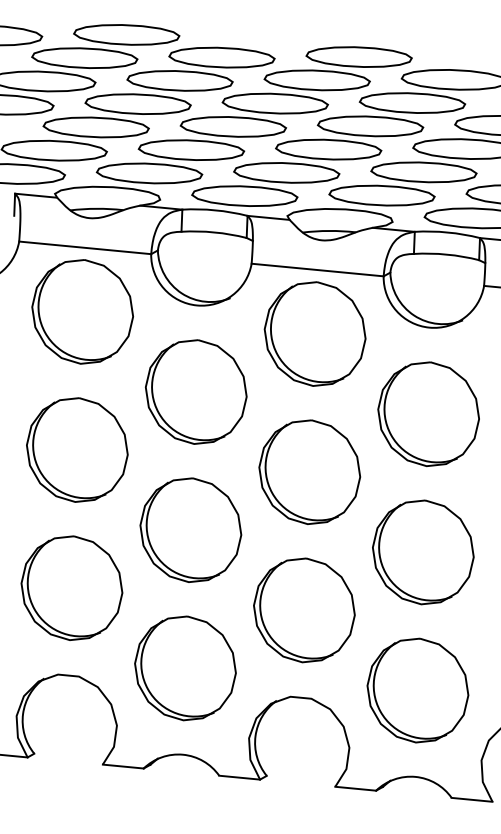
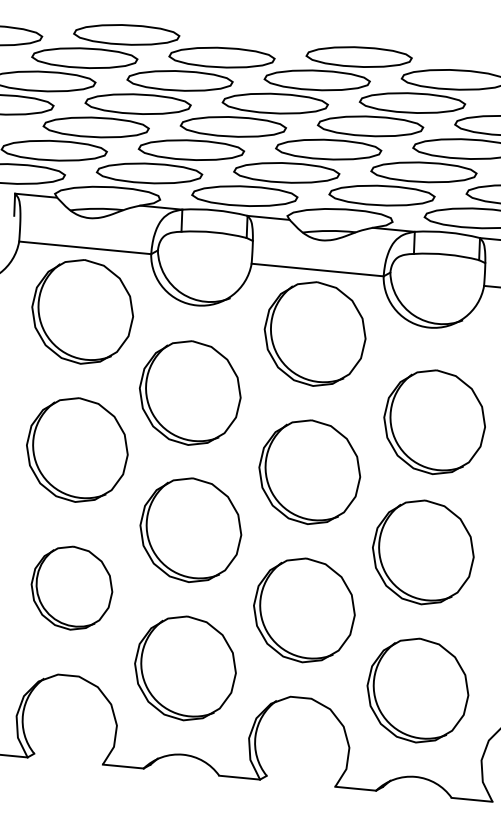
part at (195, 391) position: (195, 391) -> (189, 392)
part at (428, 413) position: (428, 413) -> (434, 421)
part at (71, 587) size: 104x106 px -> 84x86 px
